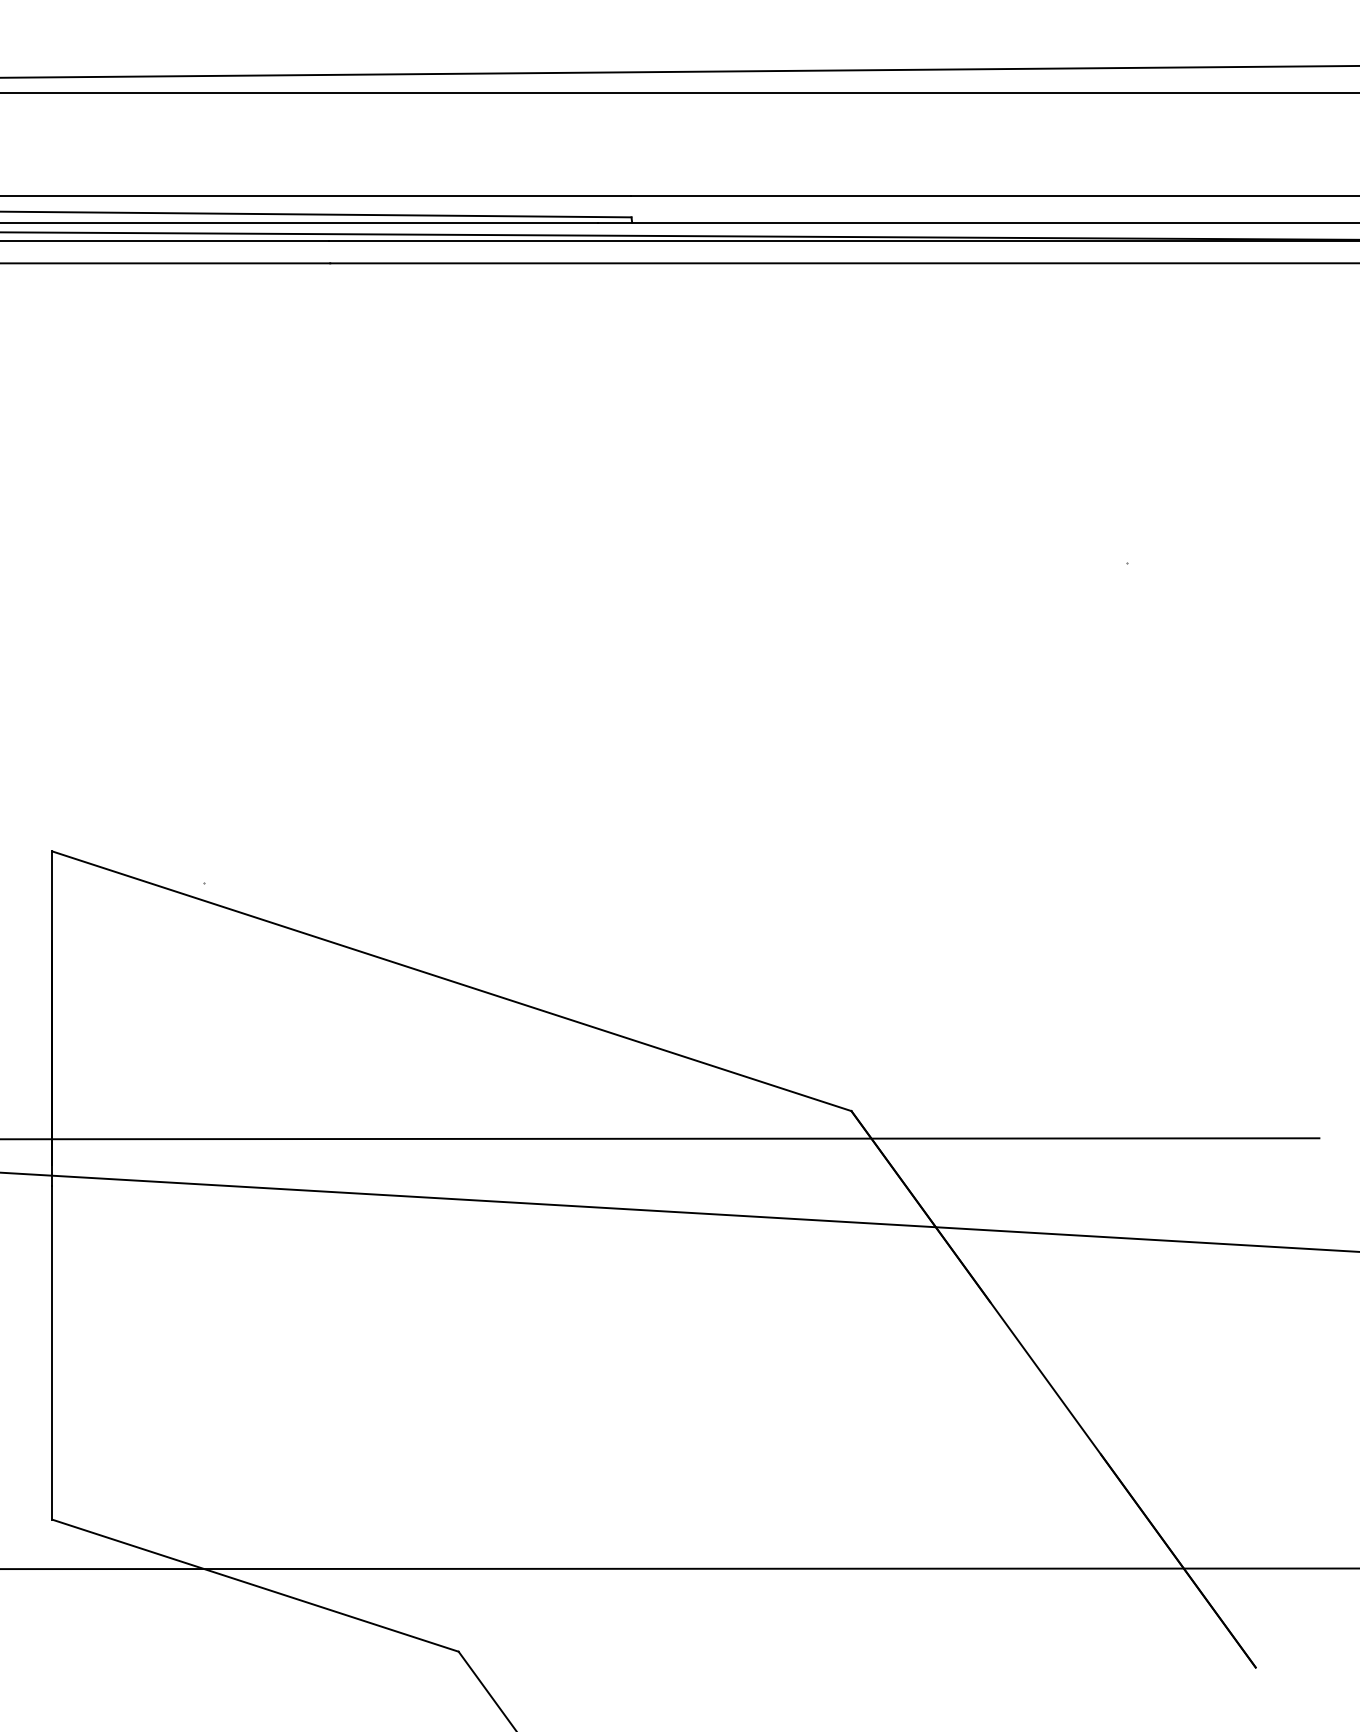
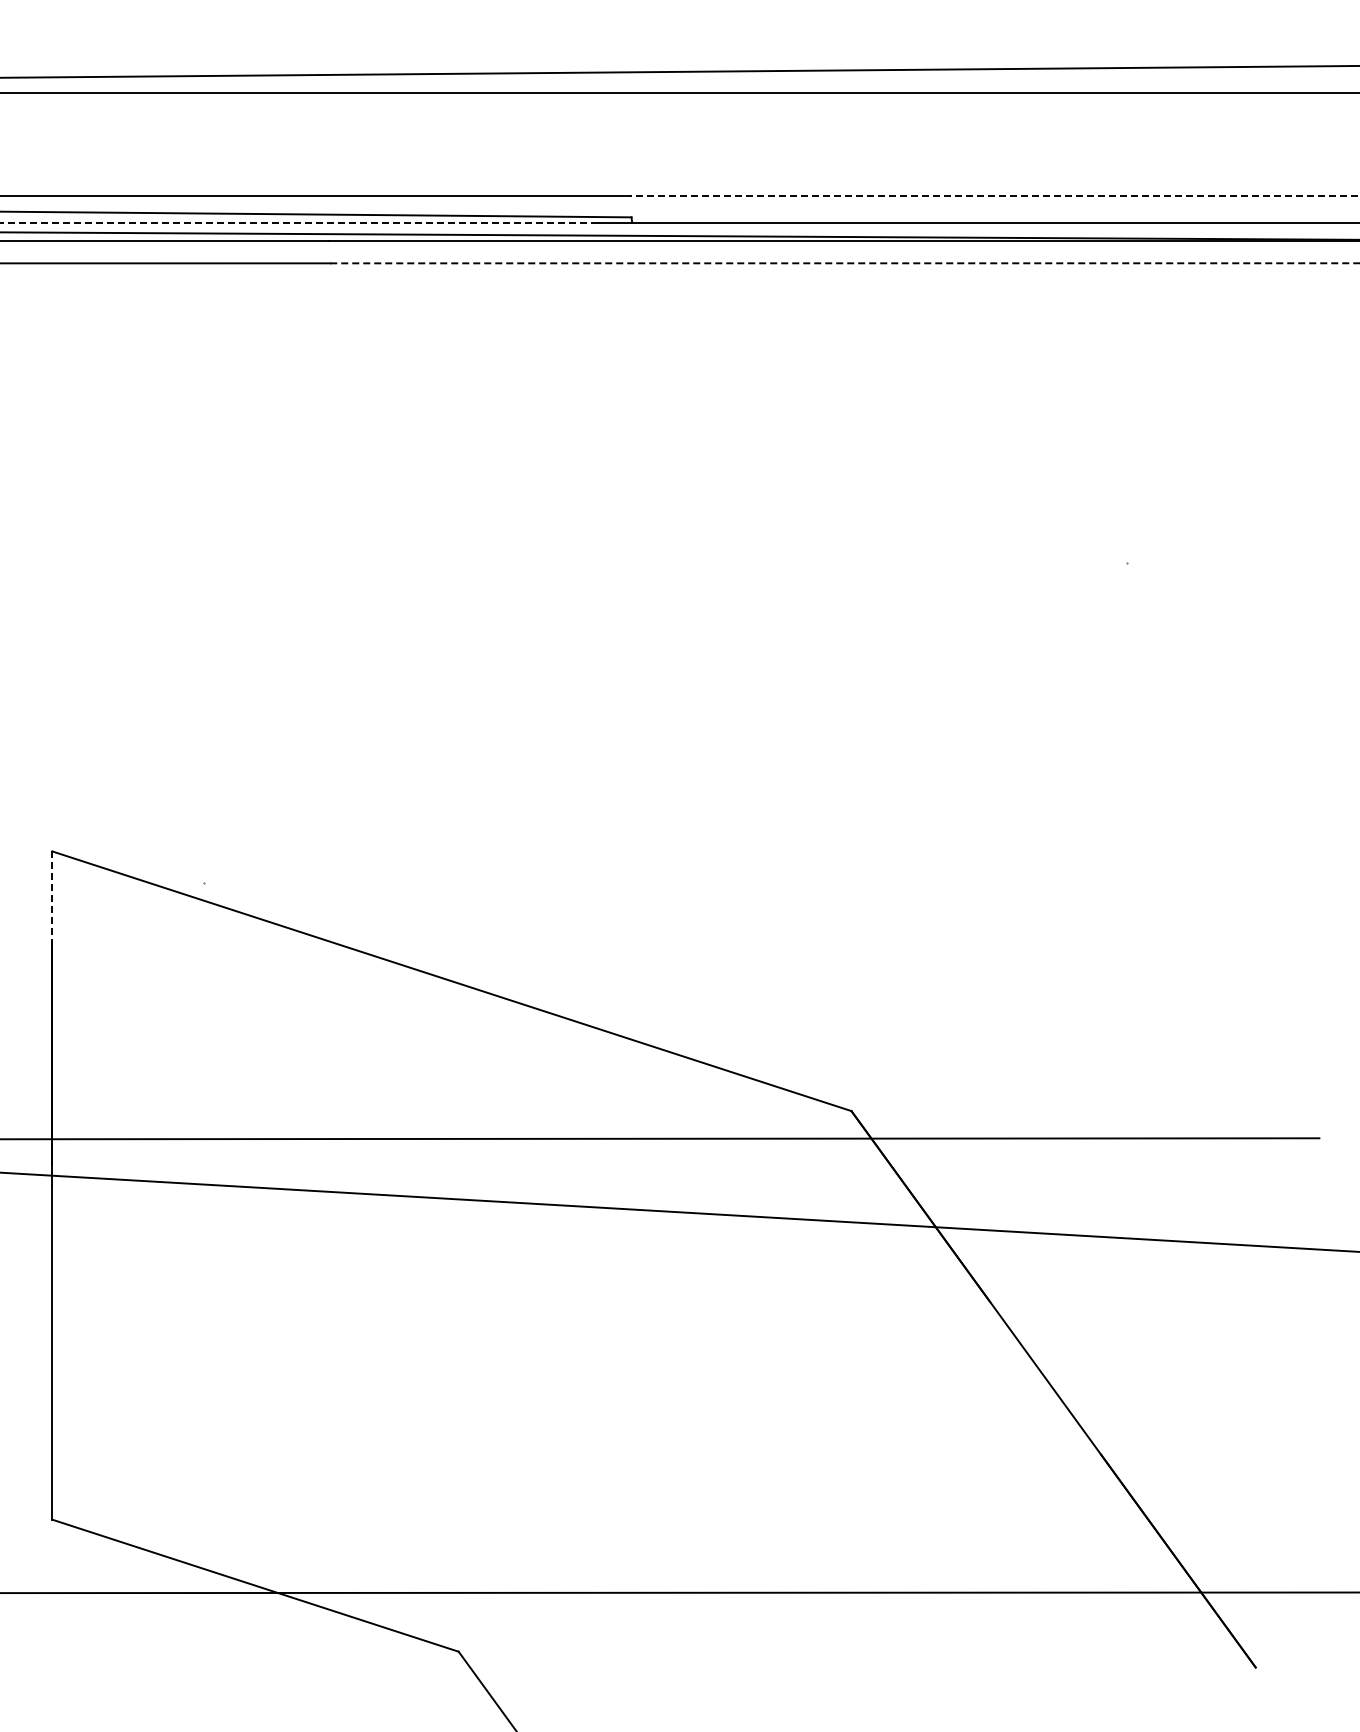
line at (994, 195): solid -> dashed
line at (299, 222): solid -> dashed
line at (845, 263): solid -> dashed
line at (52, 896): solid -> dashed
line at (679, 1568) position: (679, 1568) -> (679, 1592)
